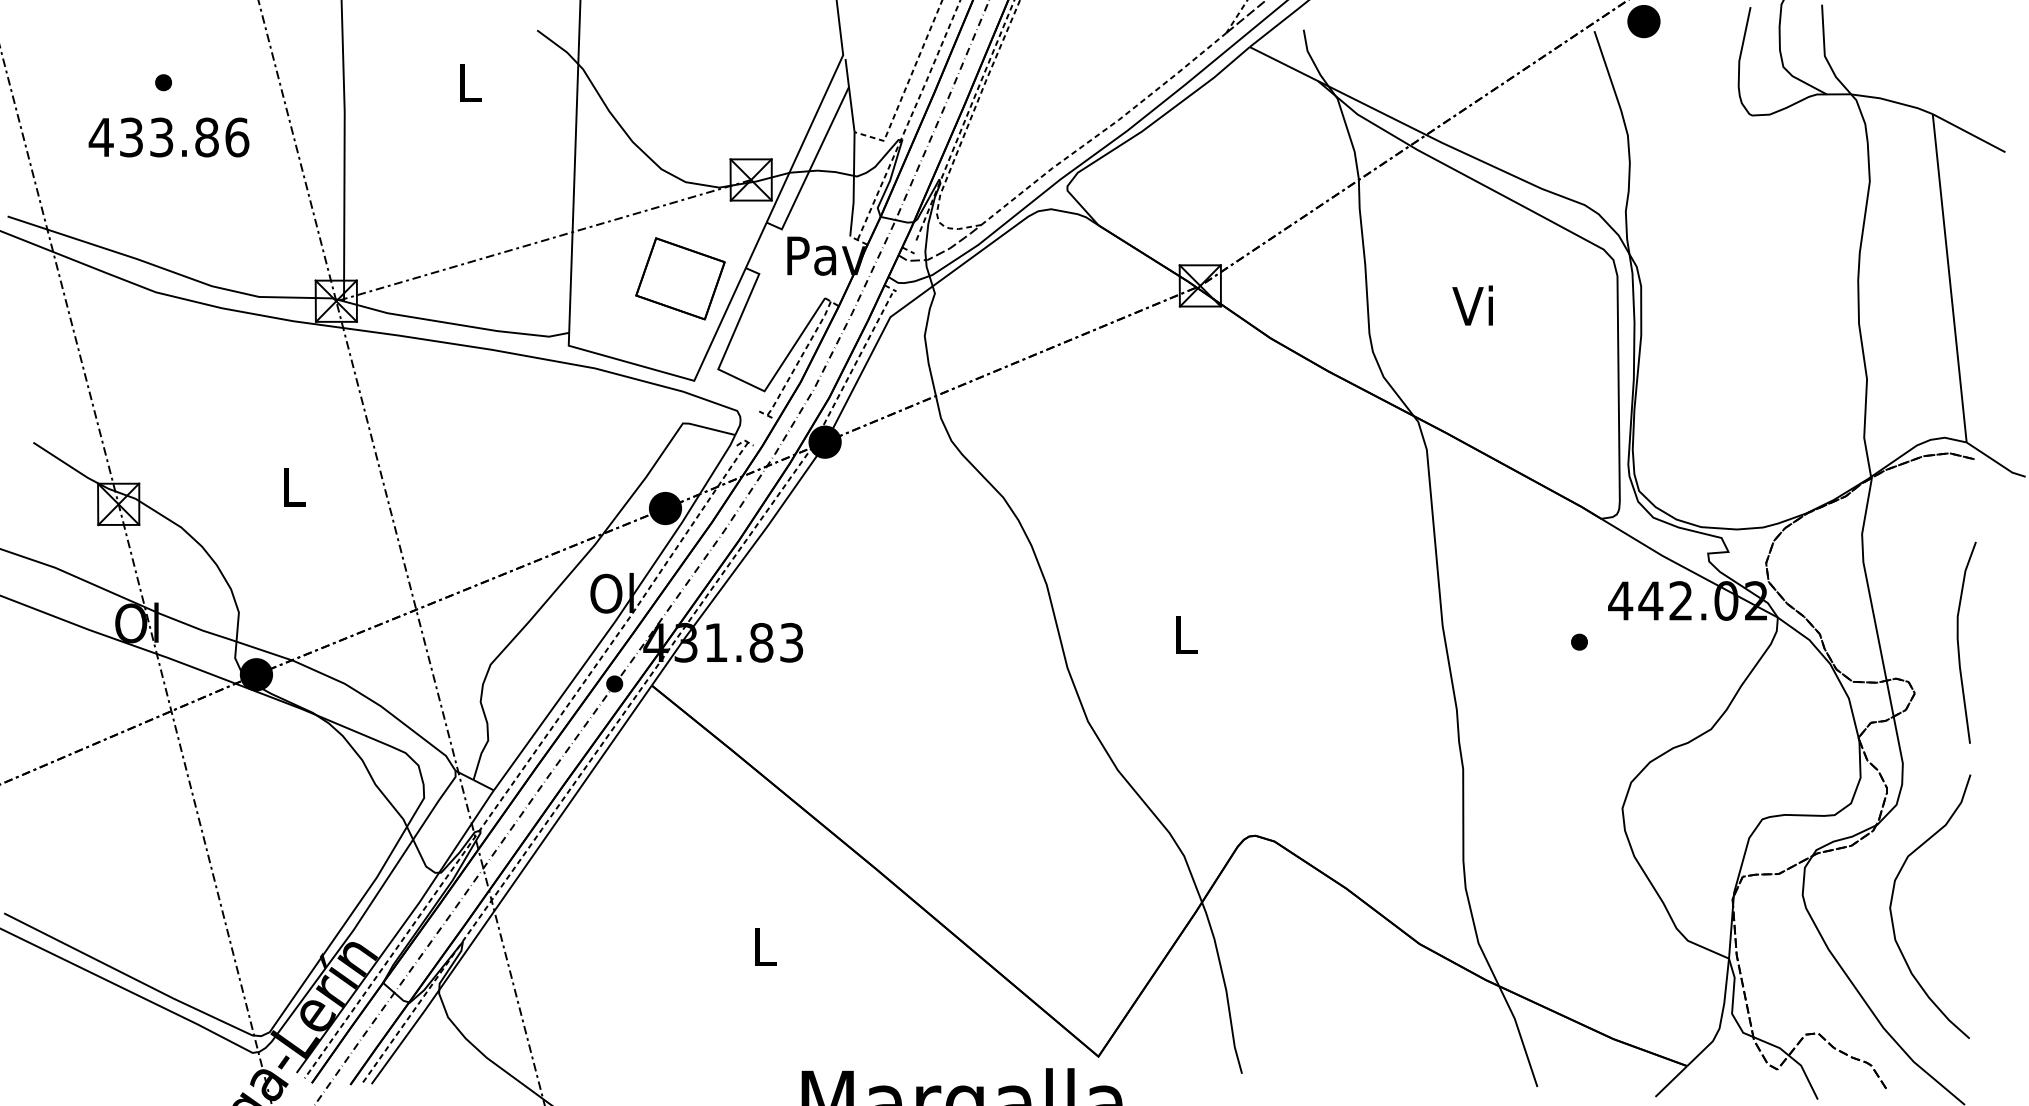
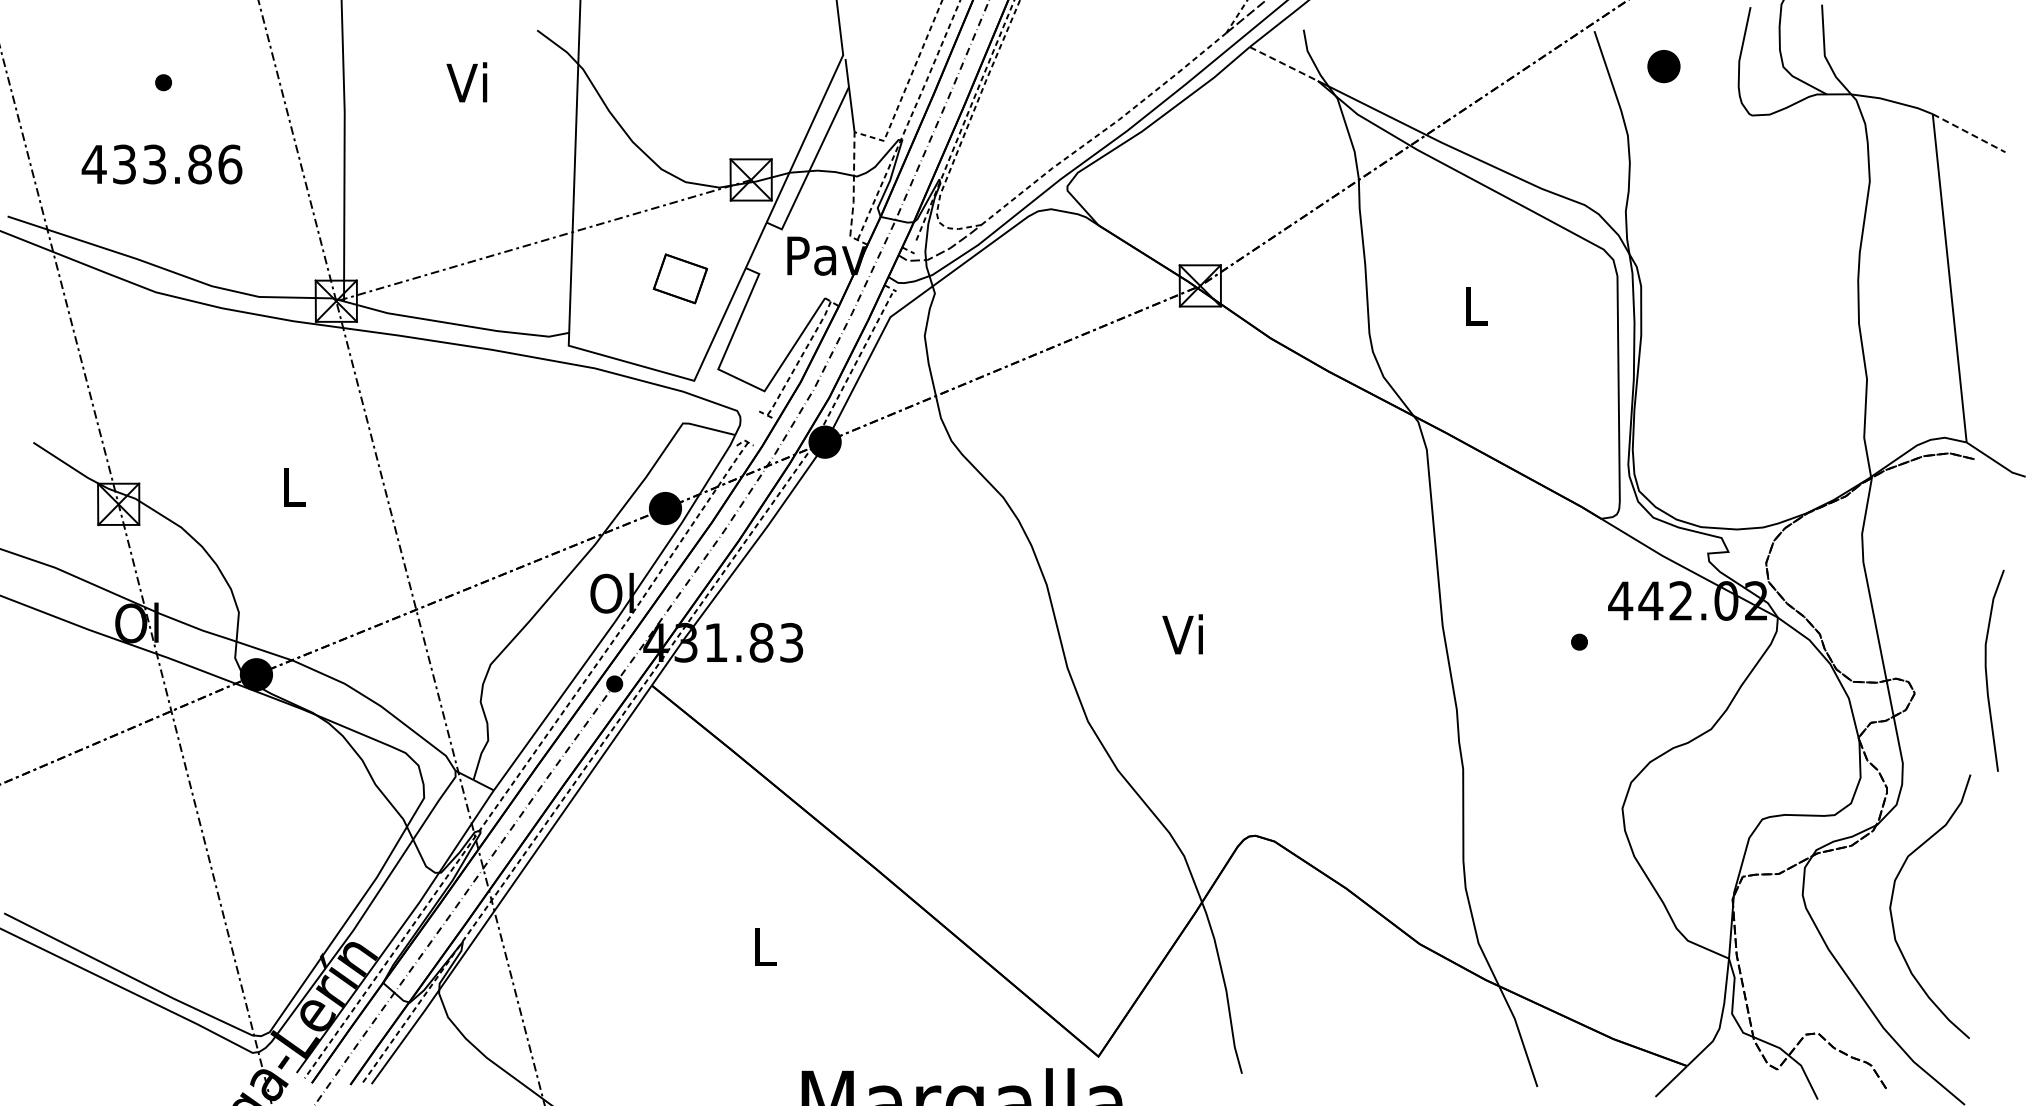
part at (1643, 21) position: (1643, 21) -> (1663, 66)
line at (1284, 64): solid -> dashed
text at (466, 82): L -> Vi
line at (1969, 133): solid -> dashed
text at (168, 137) position: (168, 137) -> (161, 164)
line at (853, 184): solid -> dashed
part at (680, 278) size: 91x84 px -> 56x52 px
text at (1472, 305): Vi -> L
text at (1182, 634): L -> Vi
curve at (1959, 645) position: (1959, 645) -> (1987, 673)
